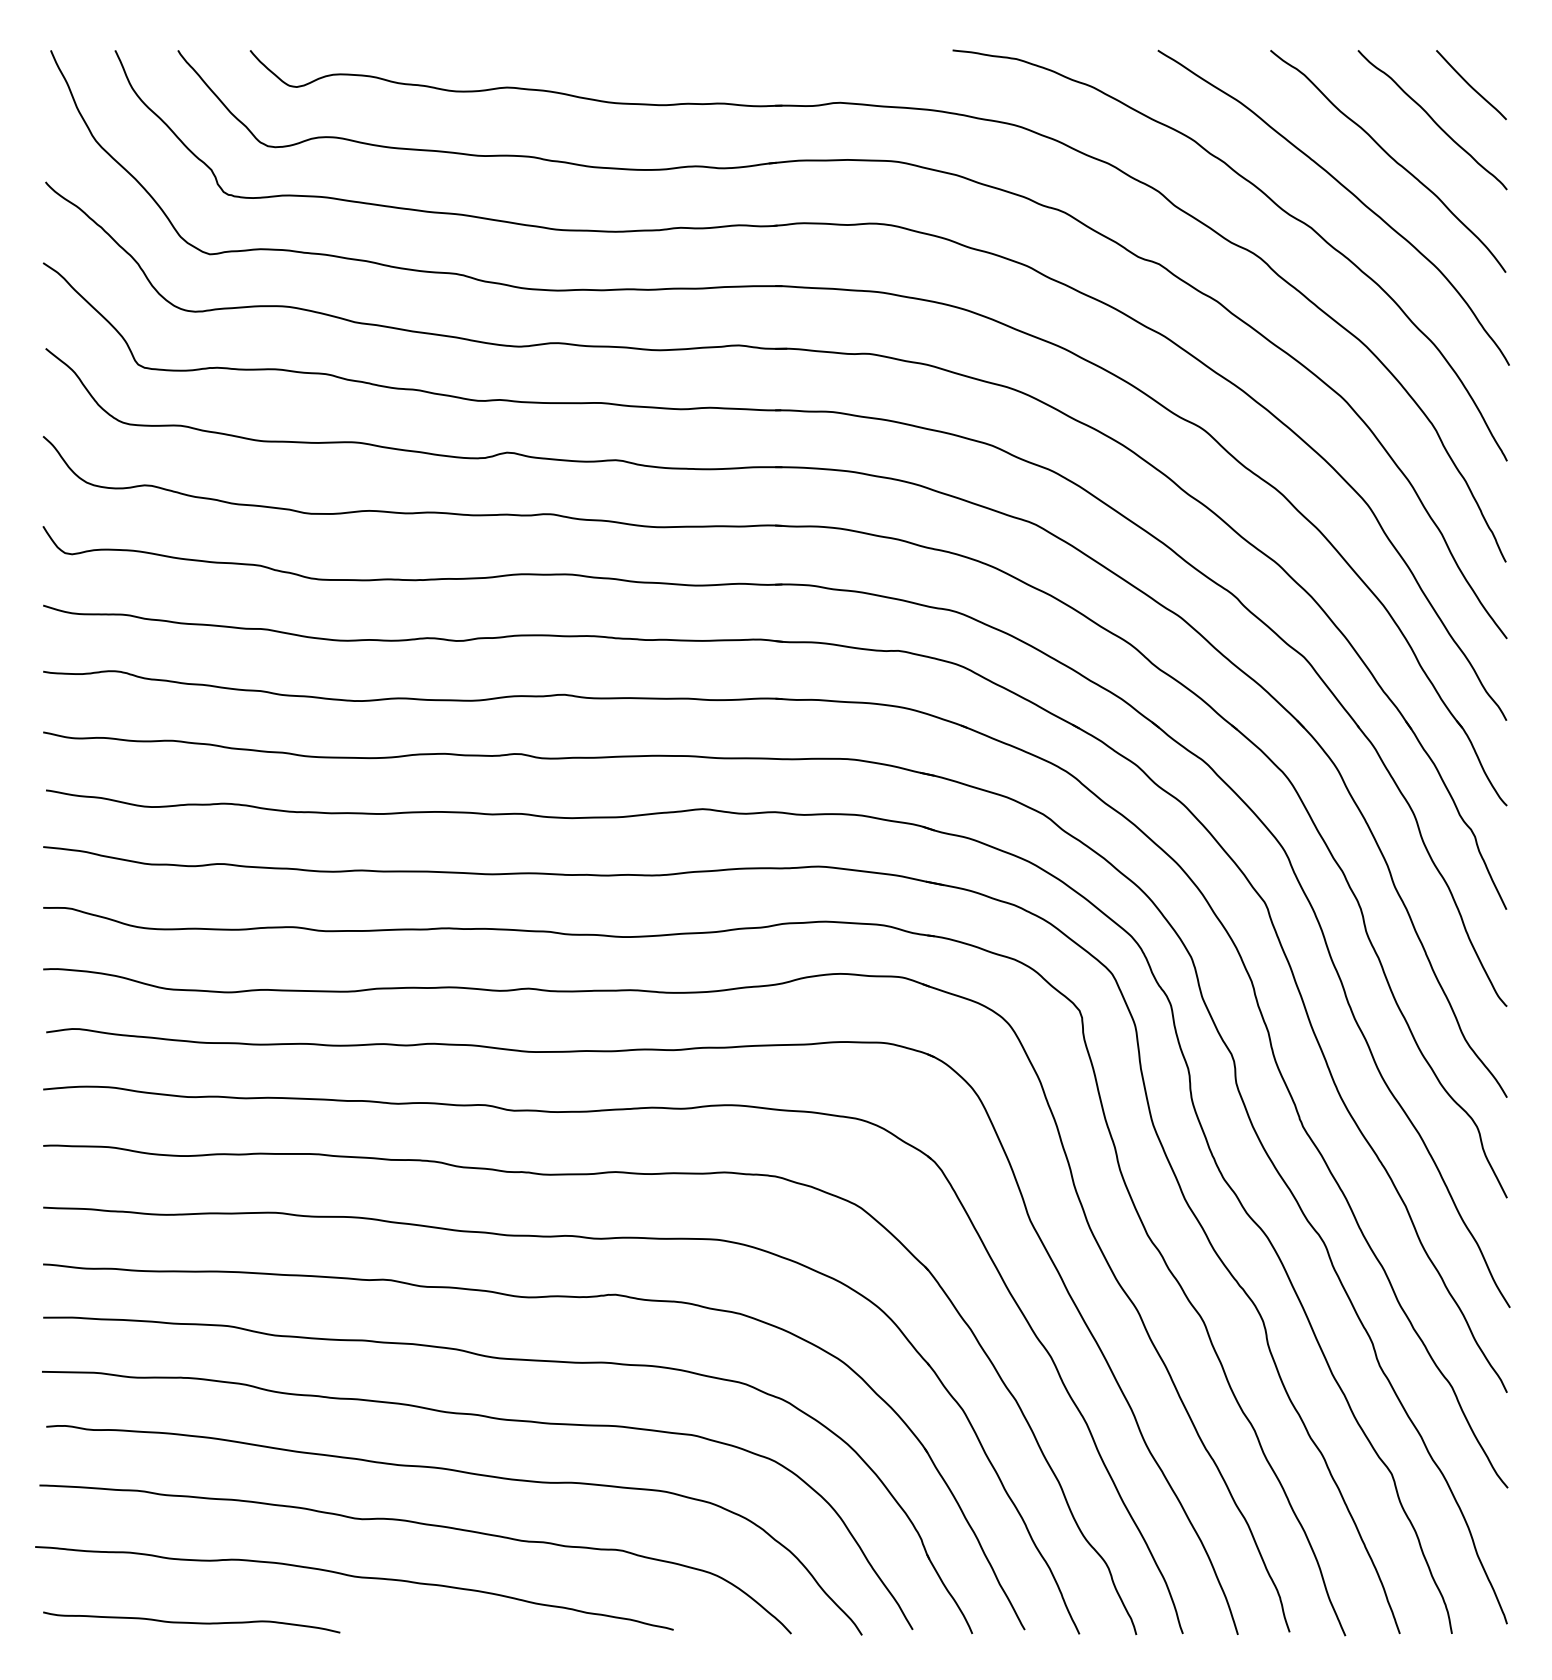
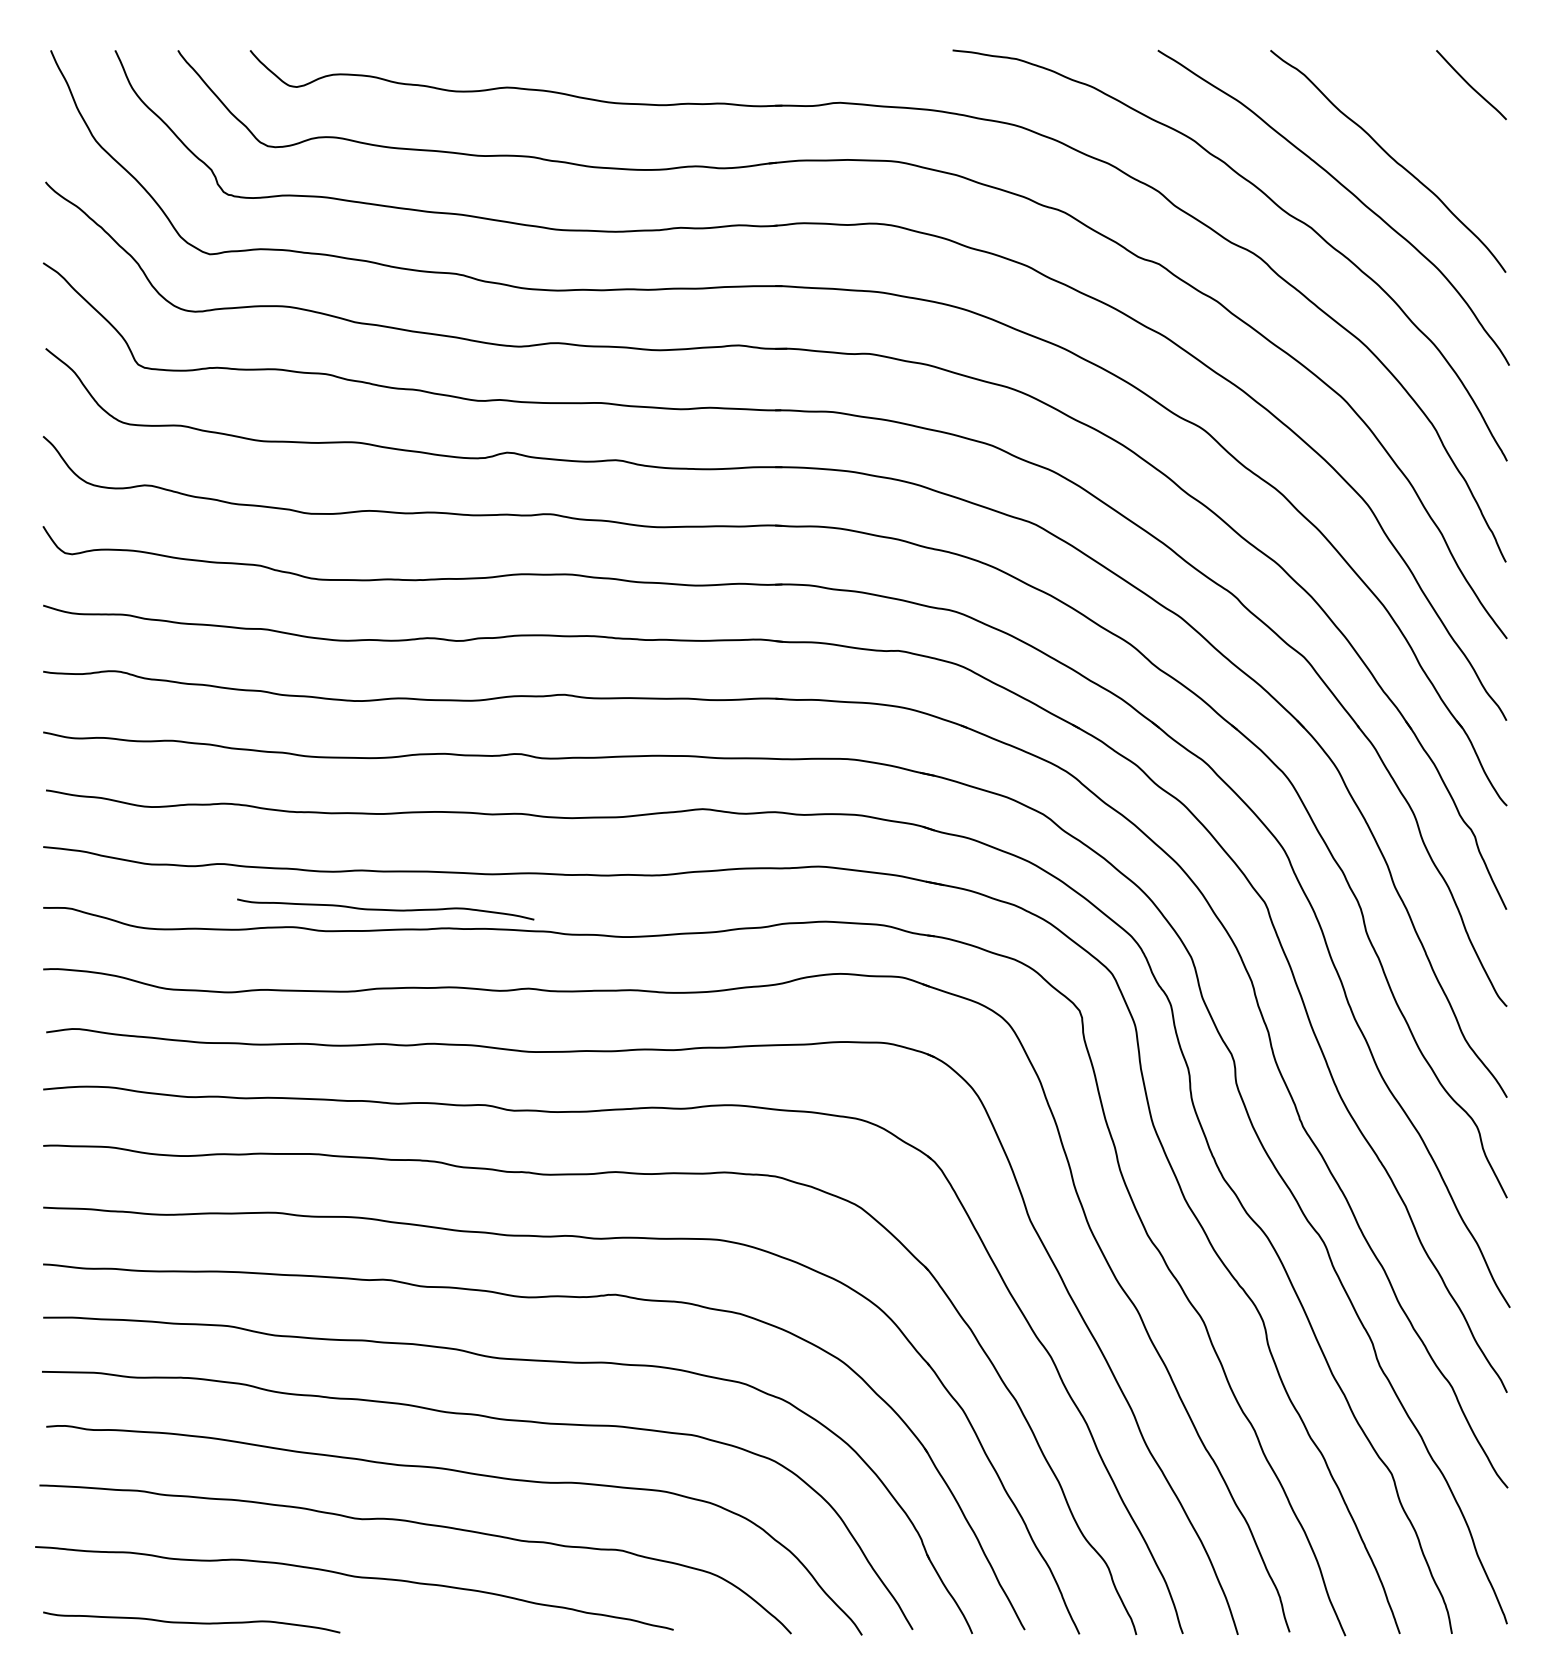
curve at (1432, 120): present -> none
curve at (385, 909): none -> present
